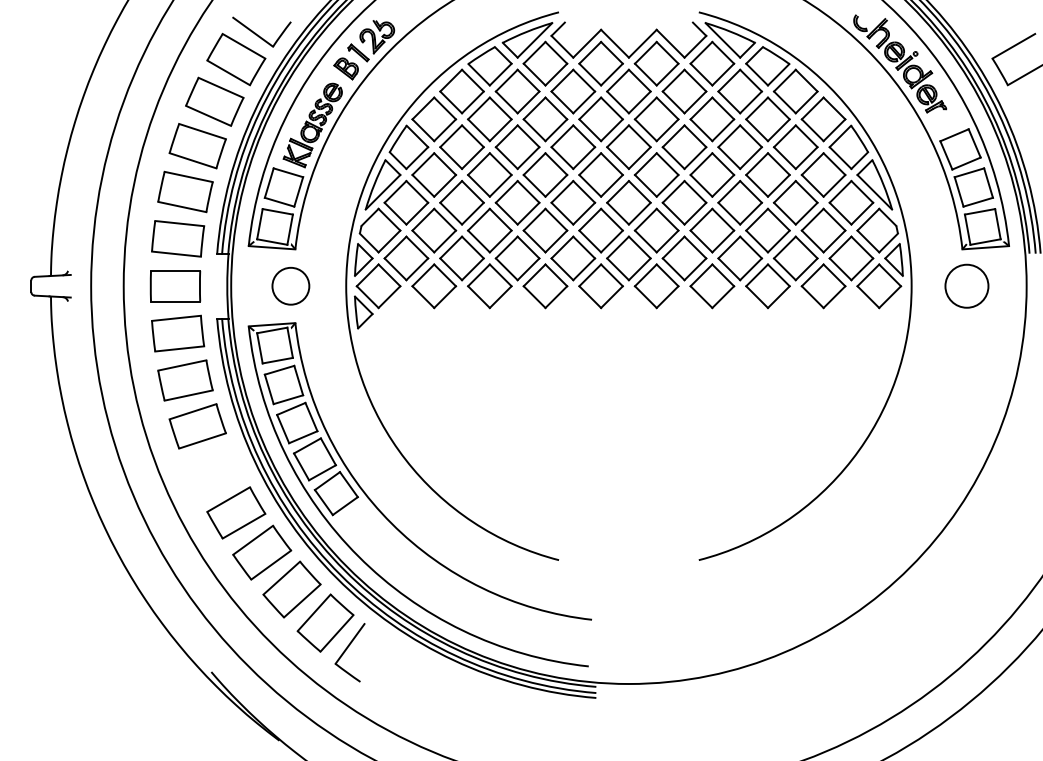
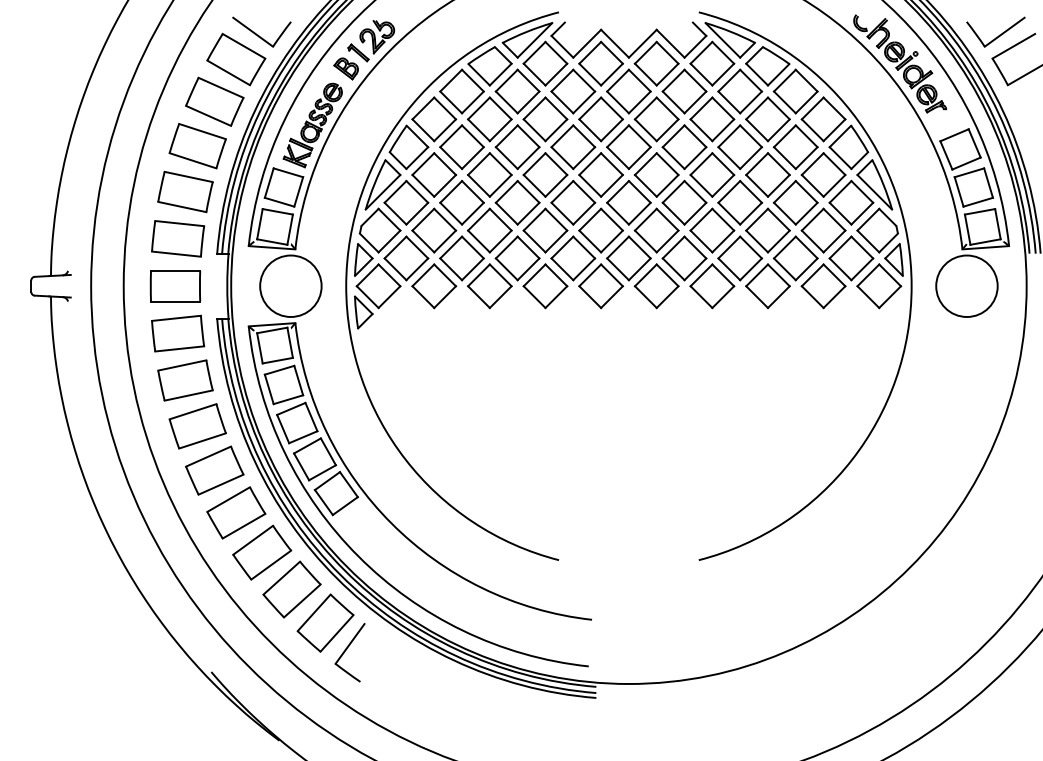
part at (995, 31): none -> present
circle at (290, 285) diameter: 37 px -> 61 px
circle at (966, 285) diameter: 43 px -> 61 px
part at (214, 470): none -> present
